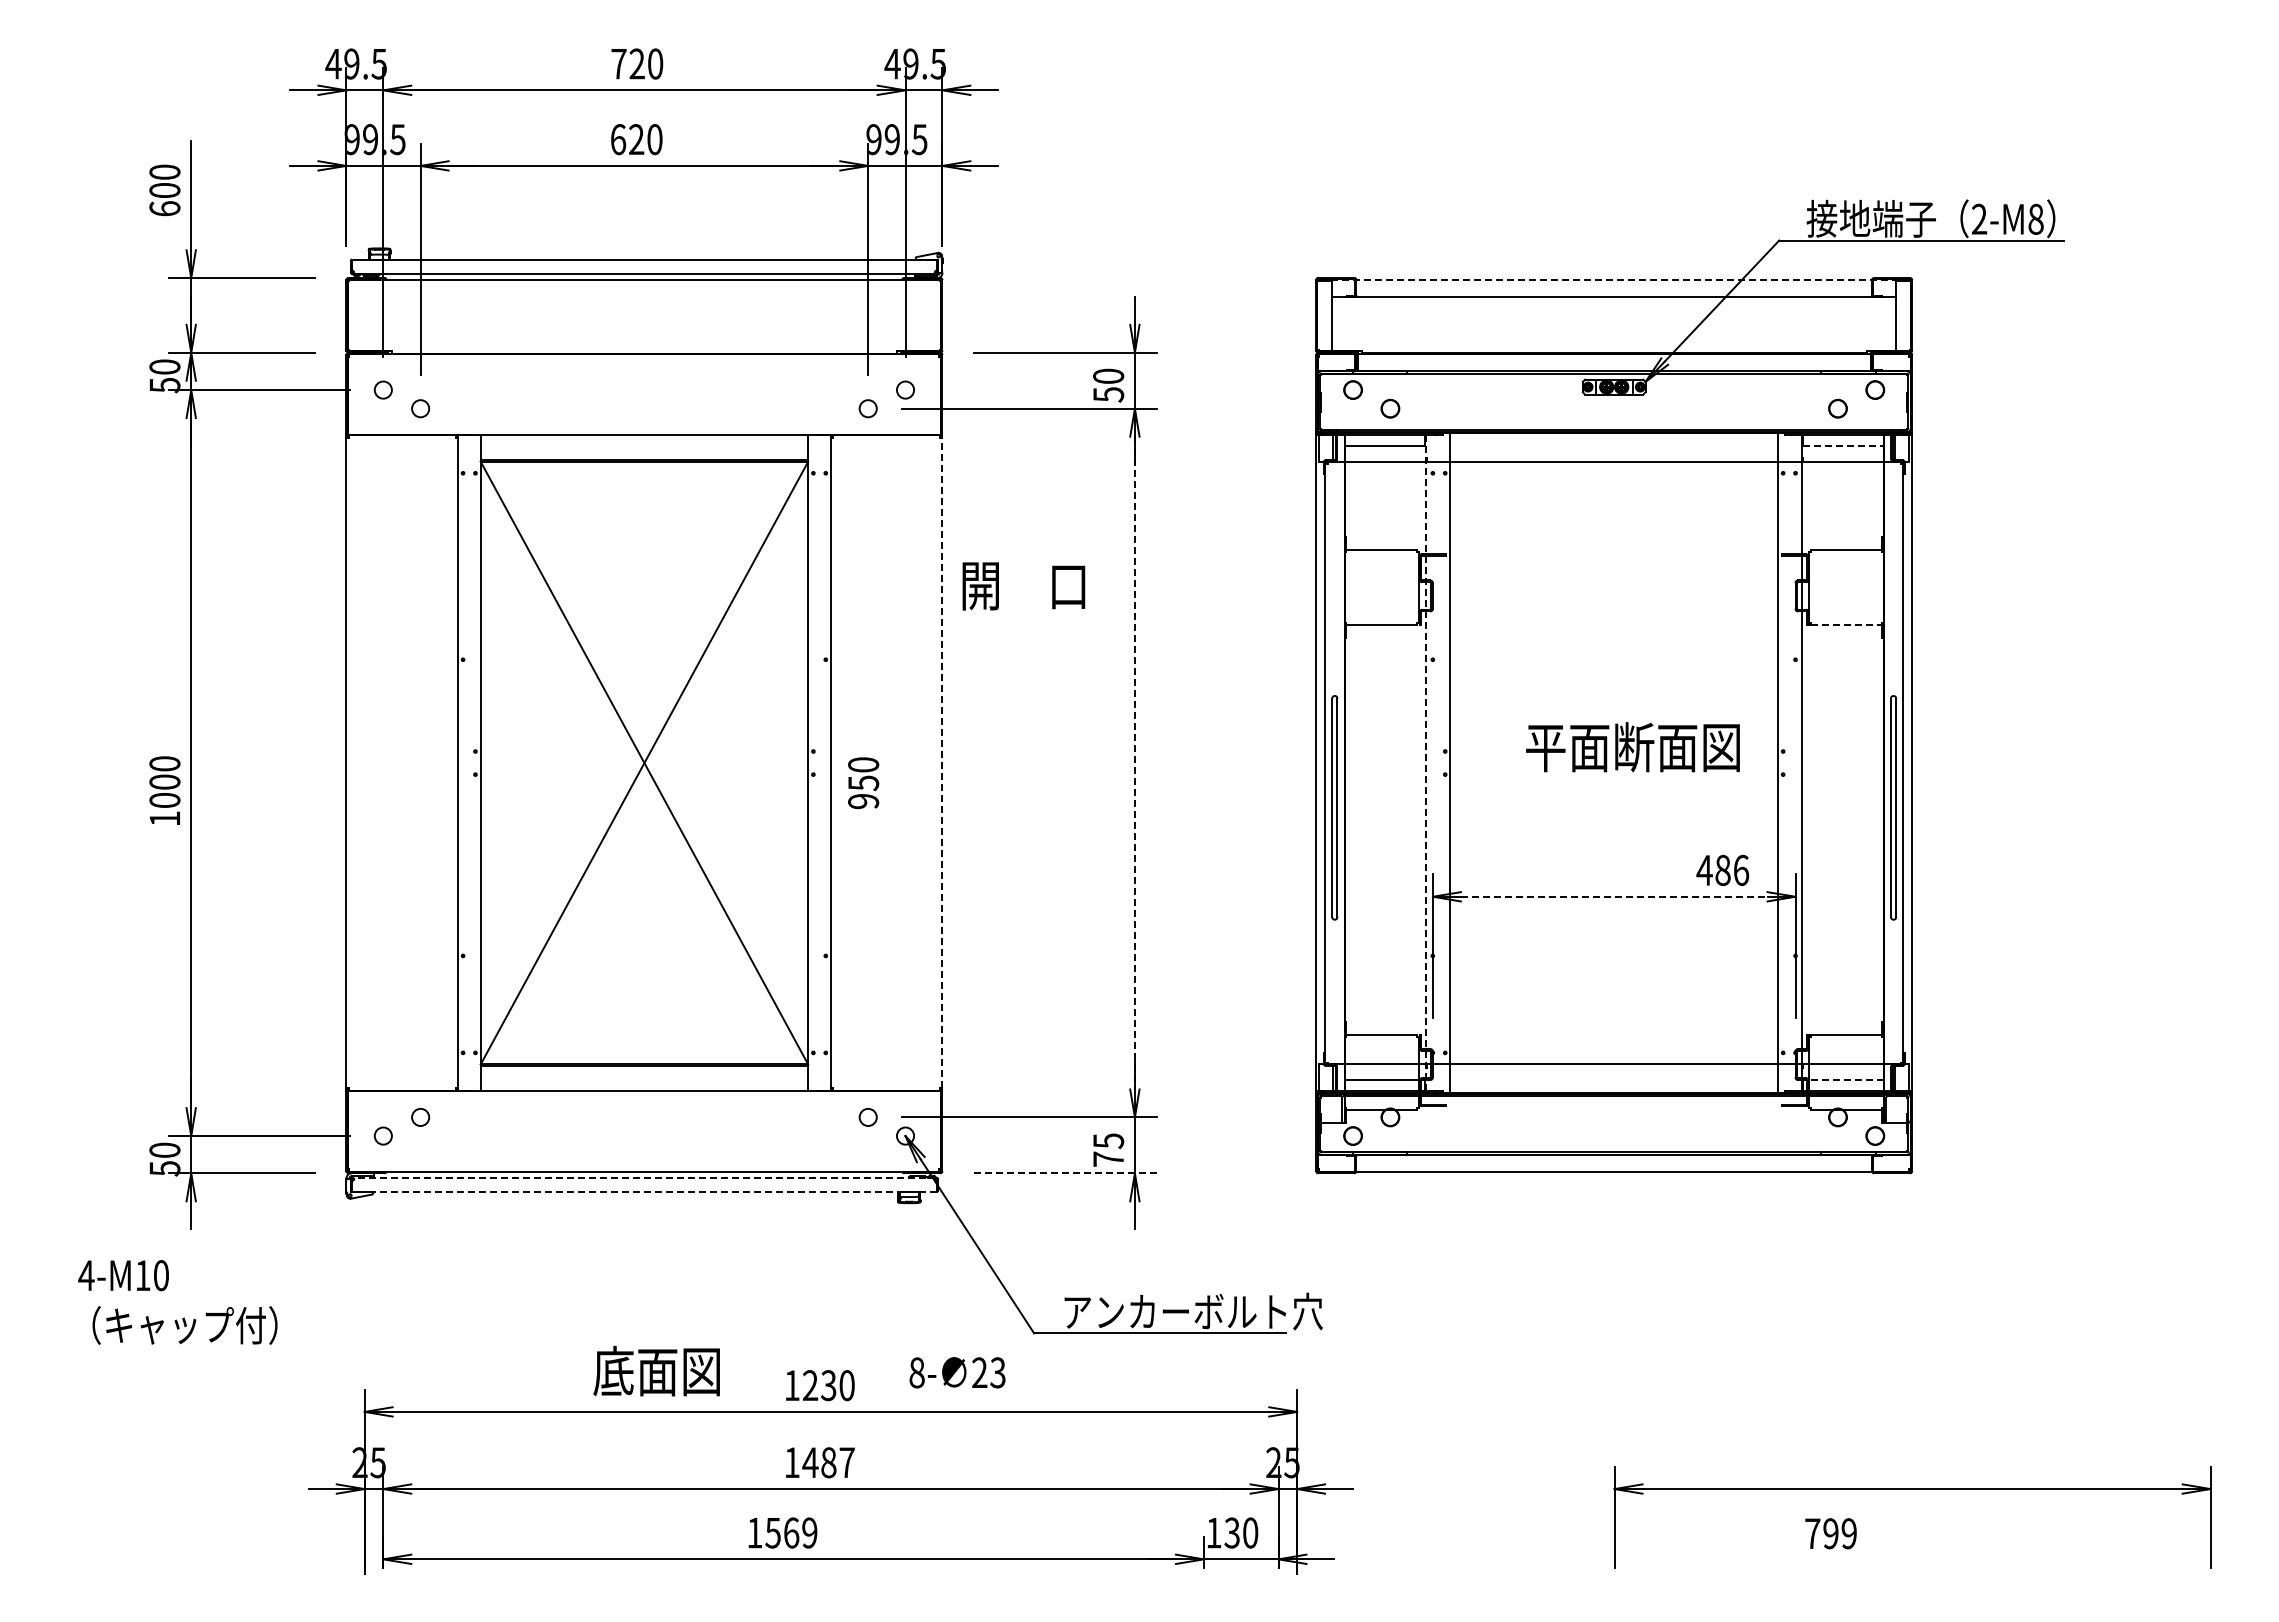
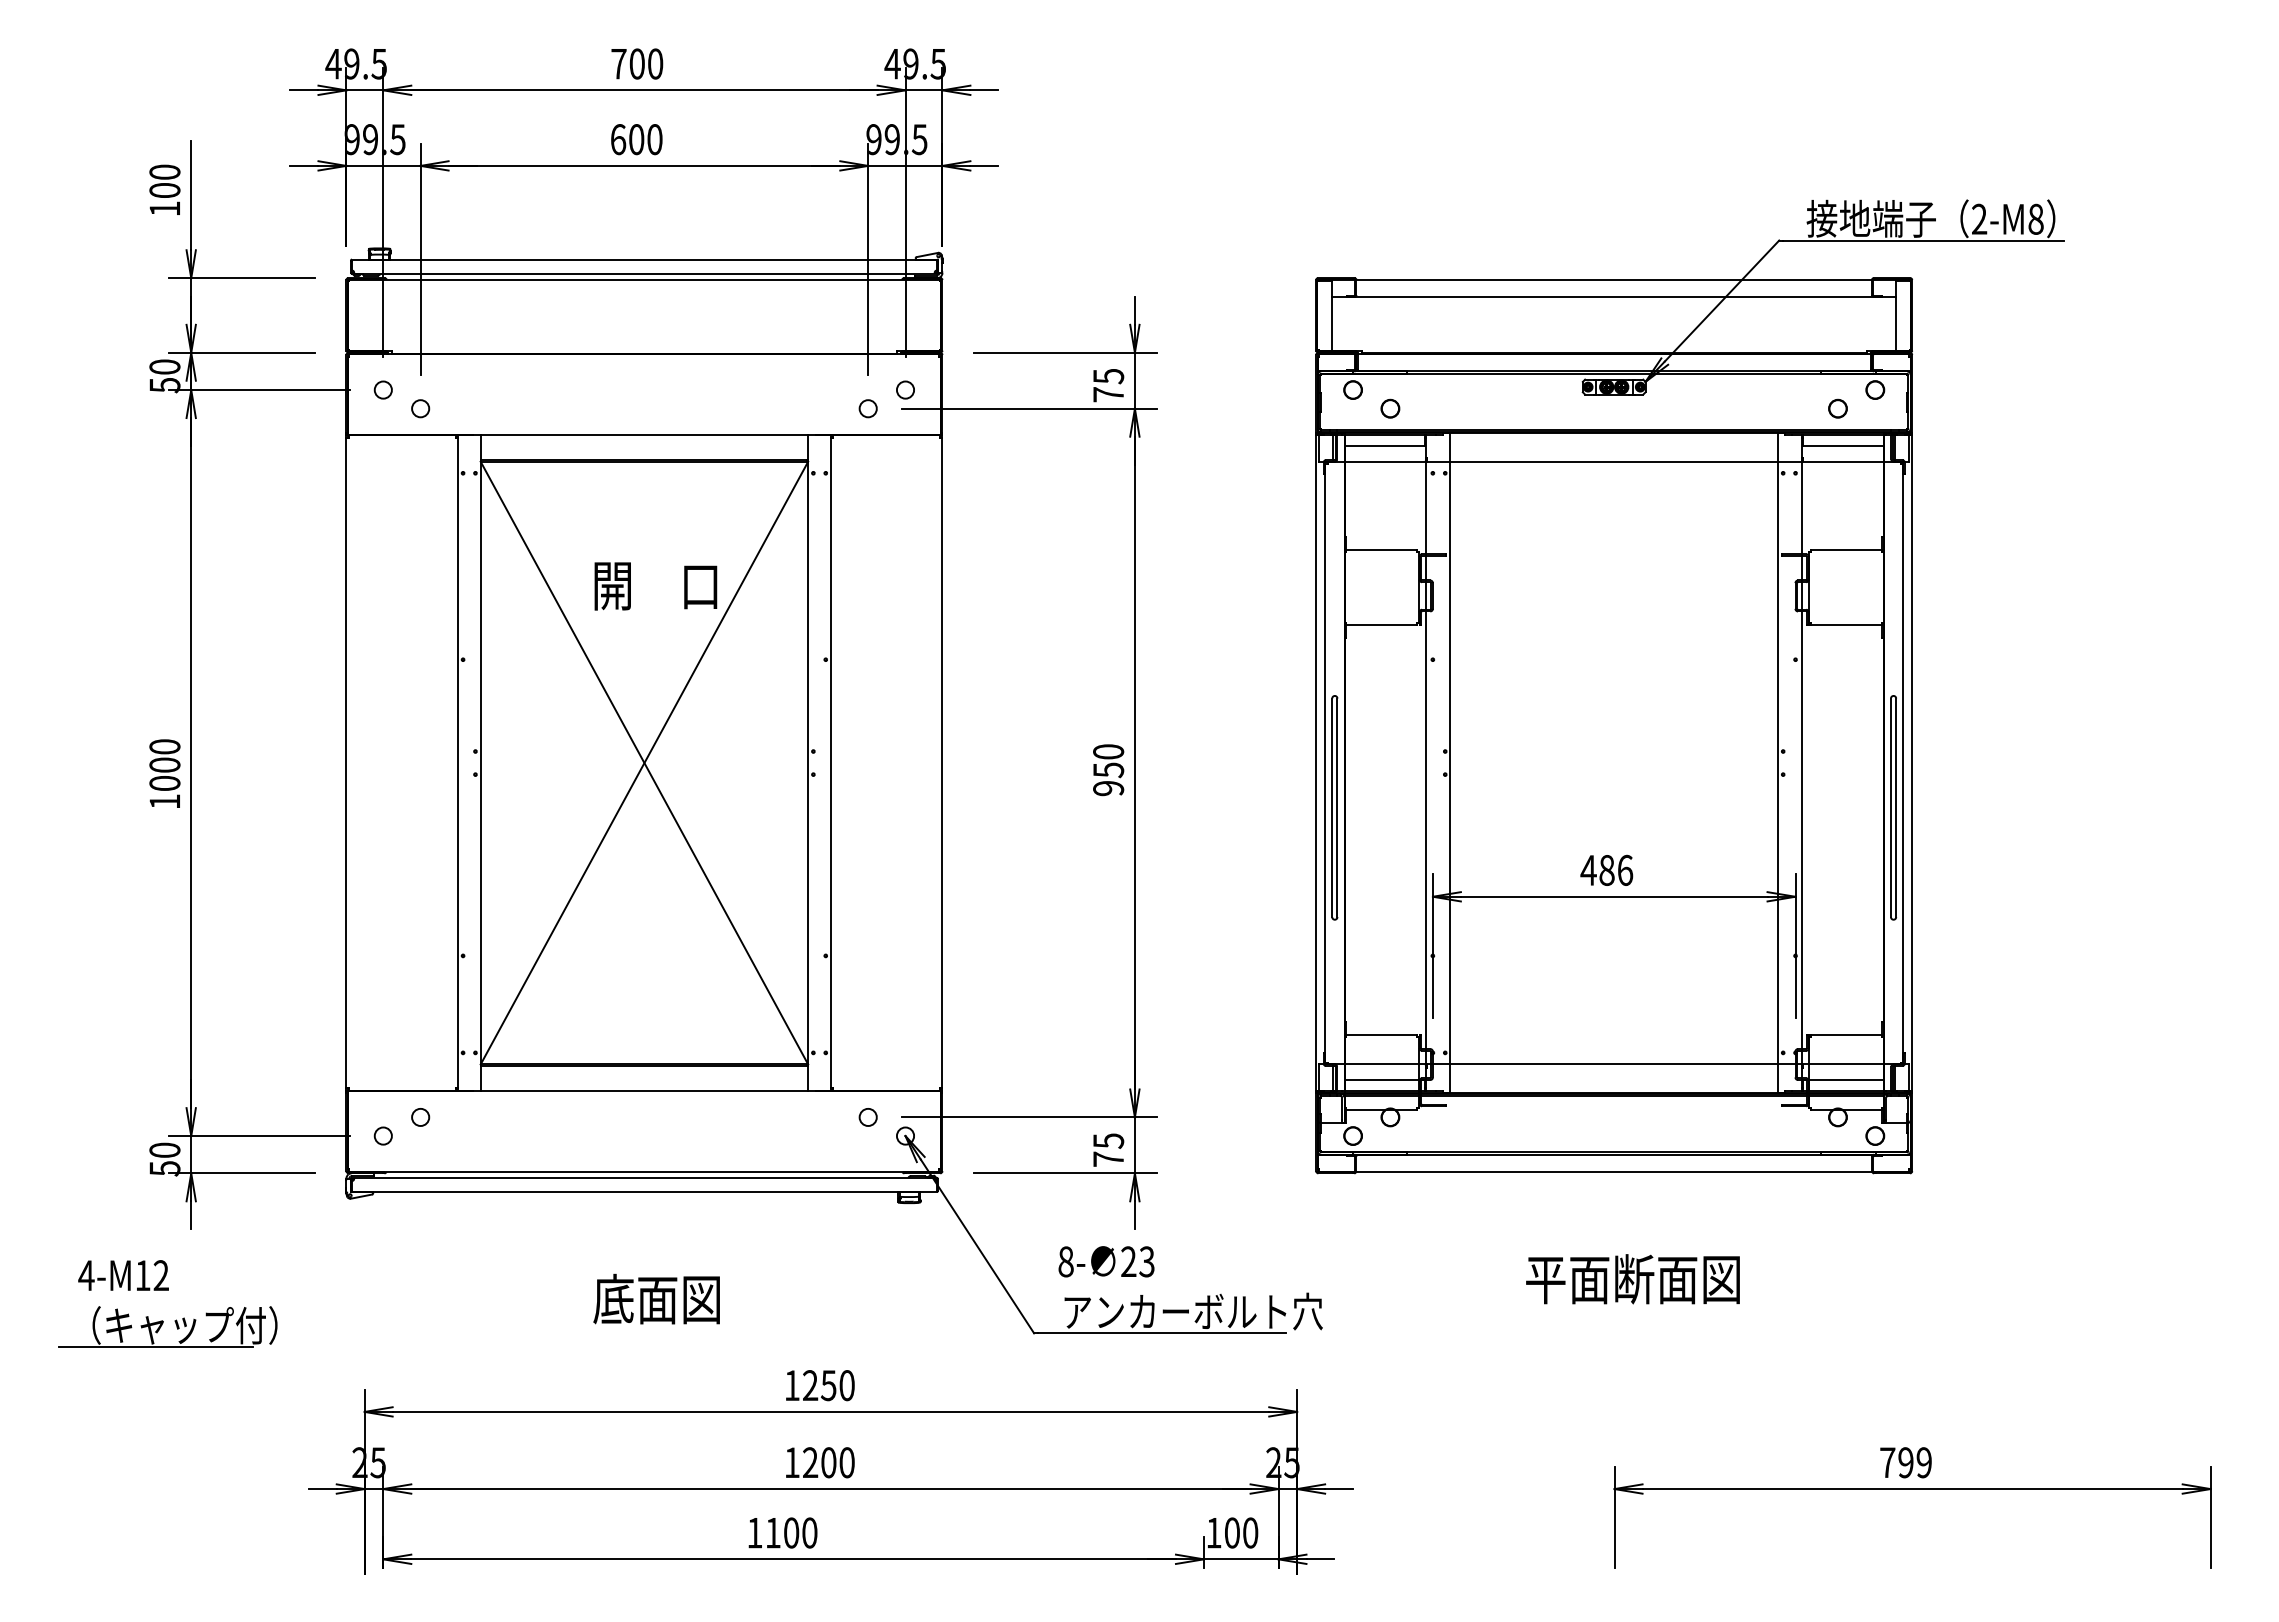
text at (636, 63): 720 -> 700
text at (636, 139): 620 -> 600
text at (164, 208): 600 -> 100
line at (1614, 279): dashed -> solid
text at (1108, 385): 50 -> 75
line at (1843, 446): dashed -> solid
text at (1023, 586) position: (1023, 586) -> (655, 586)
line at (1846, 625): dashed -> solid
text at (1632, 747) position: (1632, 747) -> (1632, 1279)
line at (942, 762): dashed -> solid
line at (1426, 762): dashed -> solid
line at (1134, 763): dashed -> solid
text at (863, 783) position: (863, 783) -> (1108, 770)
text at (164, 790) position: (164, 790) -> (164, 773)
text at (1722, 869) position: (1722, 869) -> (1606, 869)
line at (1614, 896): dashed -> solid
line at (1843, 1079): dashed -> solid
line at (1065, 1173): dashed -> solid
line at (643, 1177): dashed -> solid
line at (643, 1192): dashed -> solid
text at (160, 1275): 4-M10 -> 4-M12
line at (155, 1347): none -> present
text at (656, 1370) position: (656, 1370) -> (656, 1298)
text at (957, 1372) position: (957, 1372) -> (1106, 1261)
text at (828, 1385): 1230 -> 1250
text at (828, 1462): 1487 -> 1200
text at (791, 1532): 1569 -> 1100
text at (1231, 1532): 130 -> 100
text at (1830, 1533) position: (1830, 1533) -> (1905, 1462)
